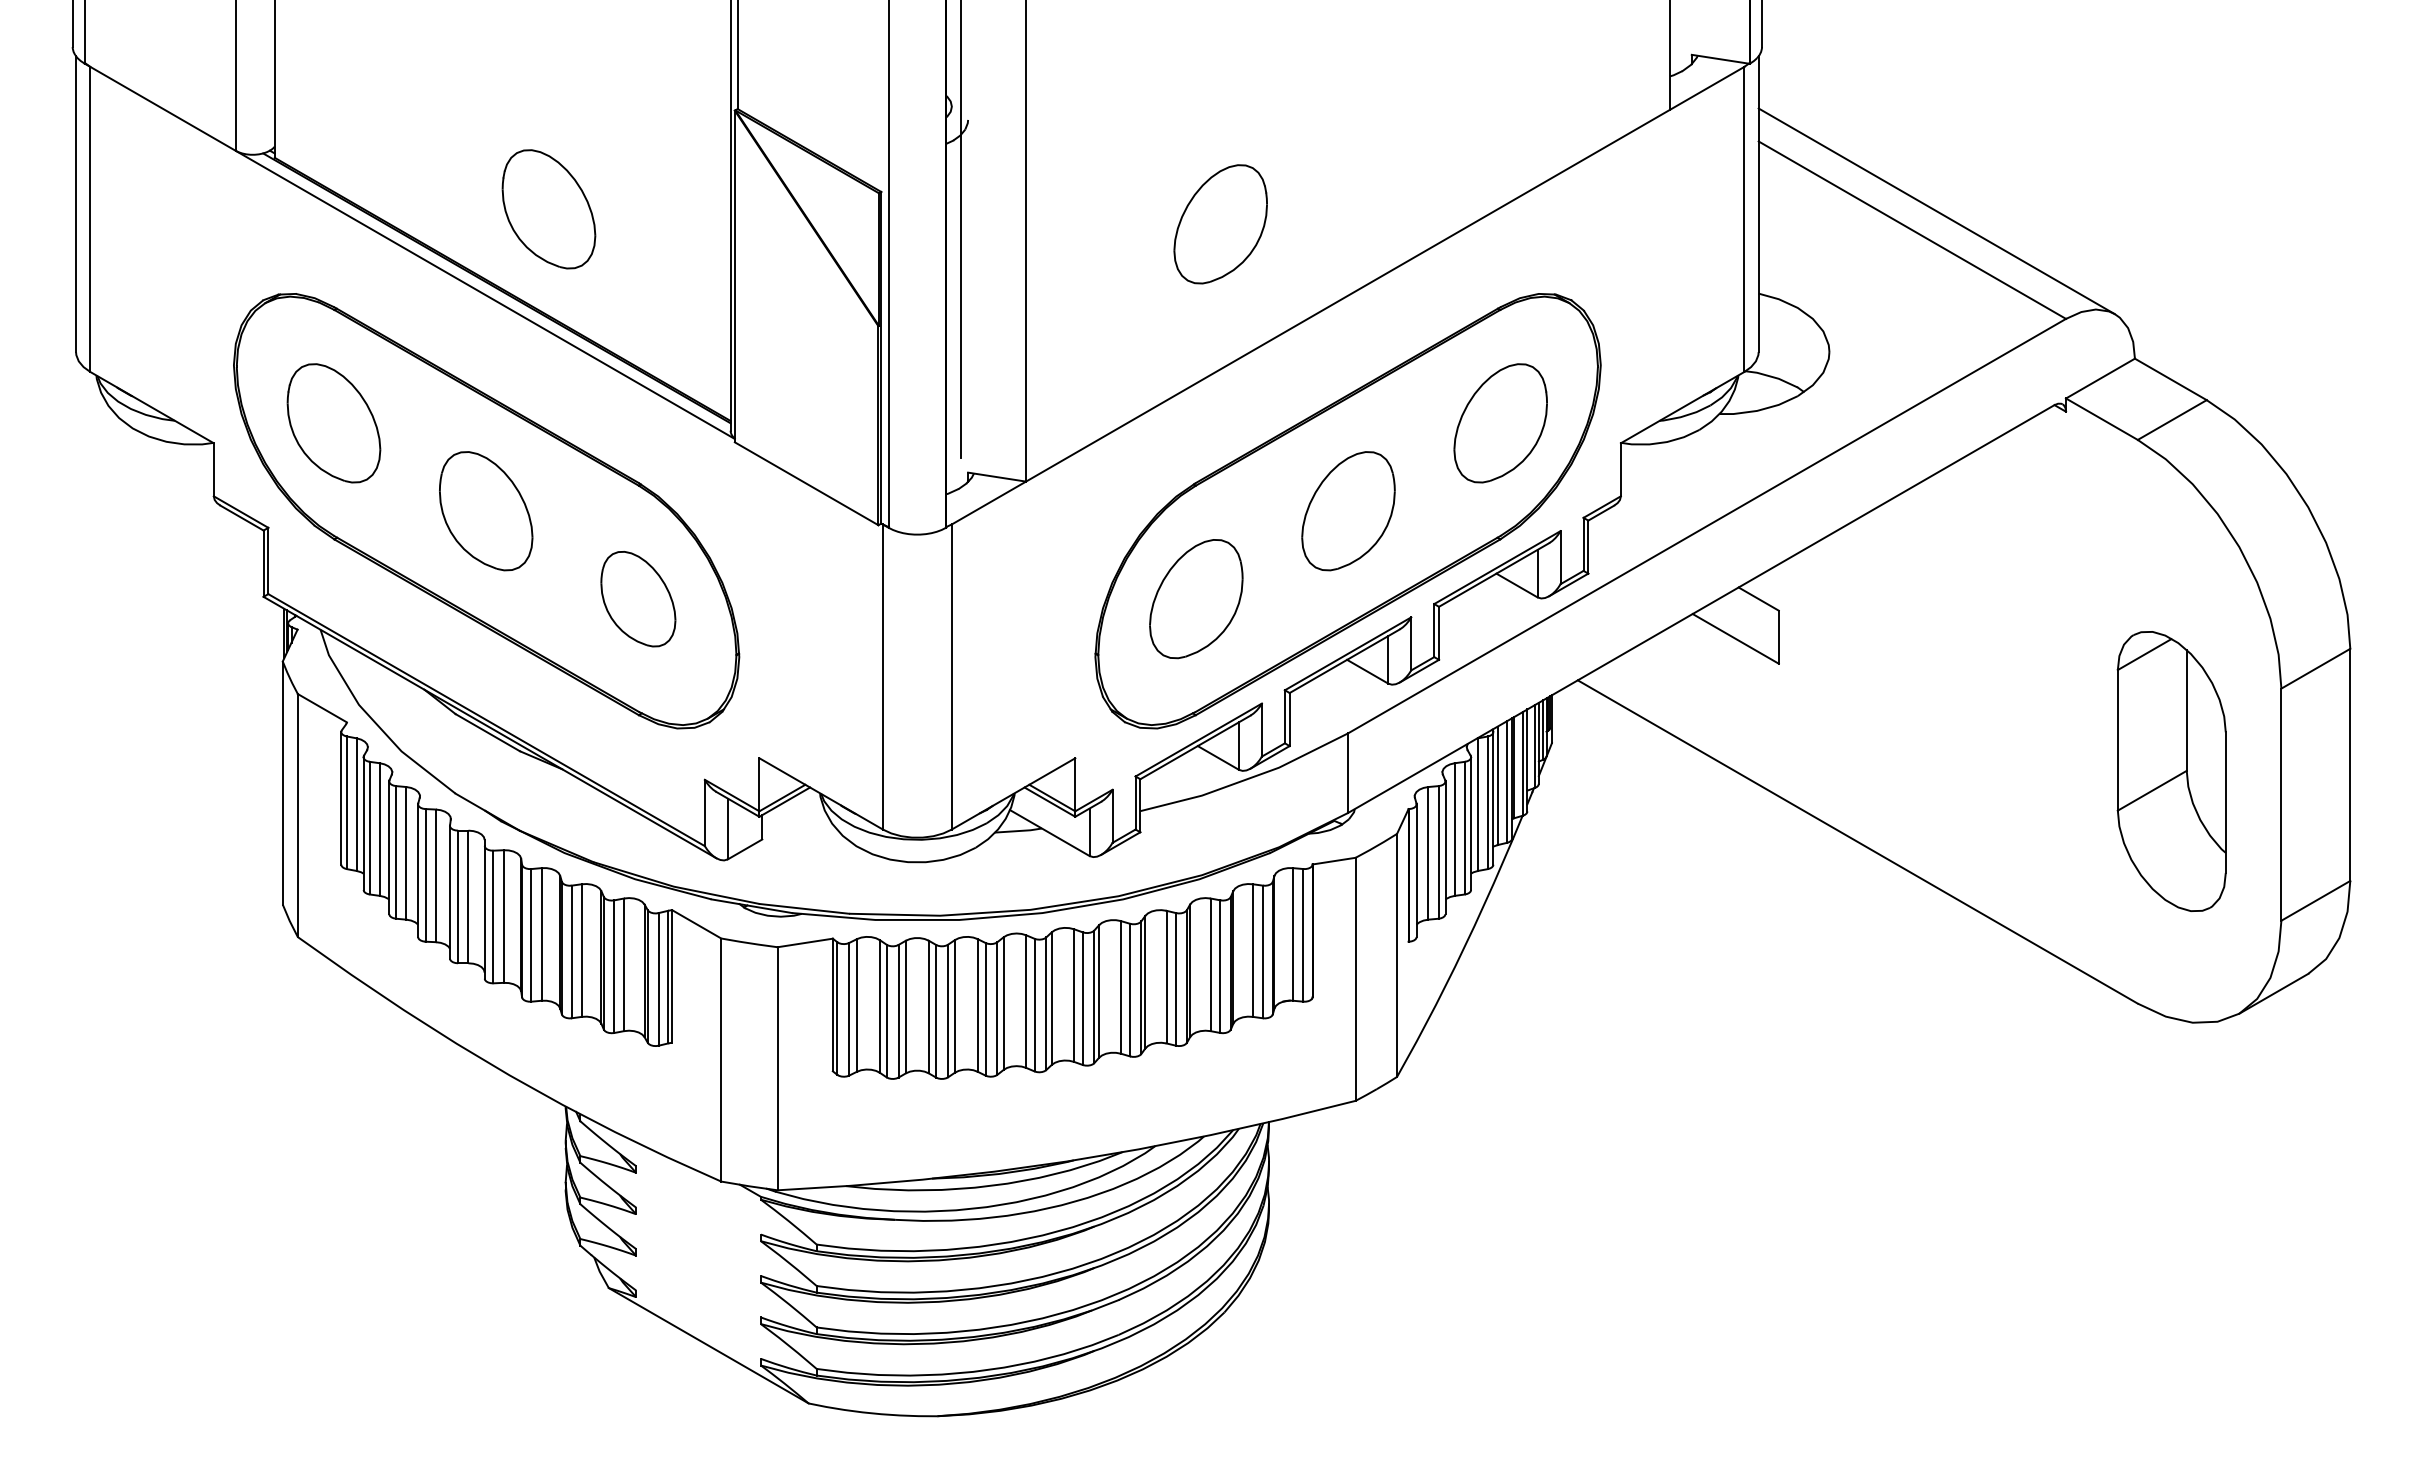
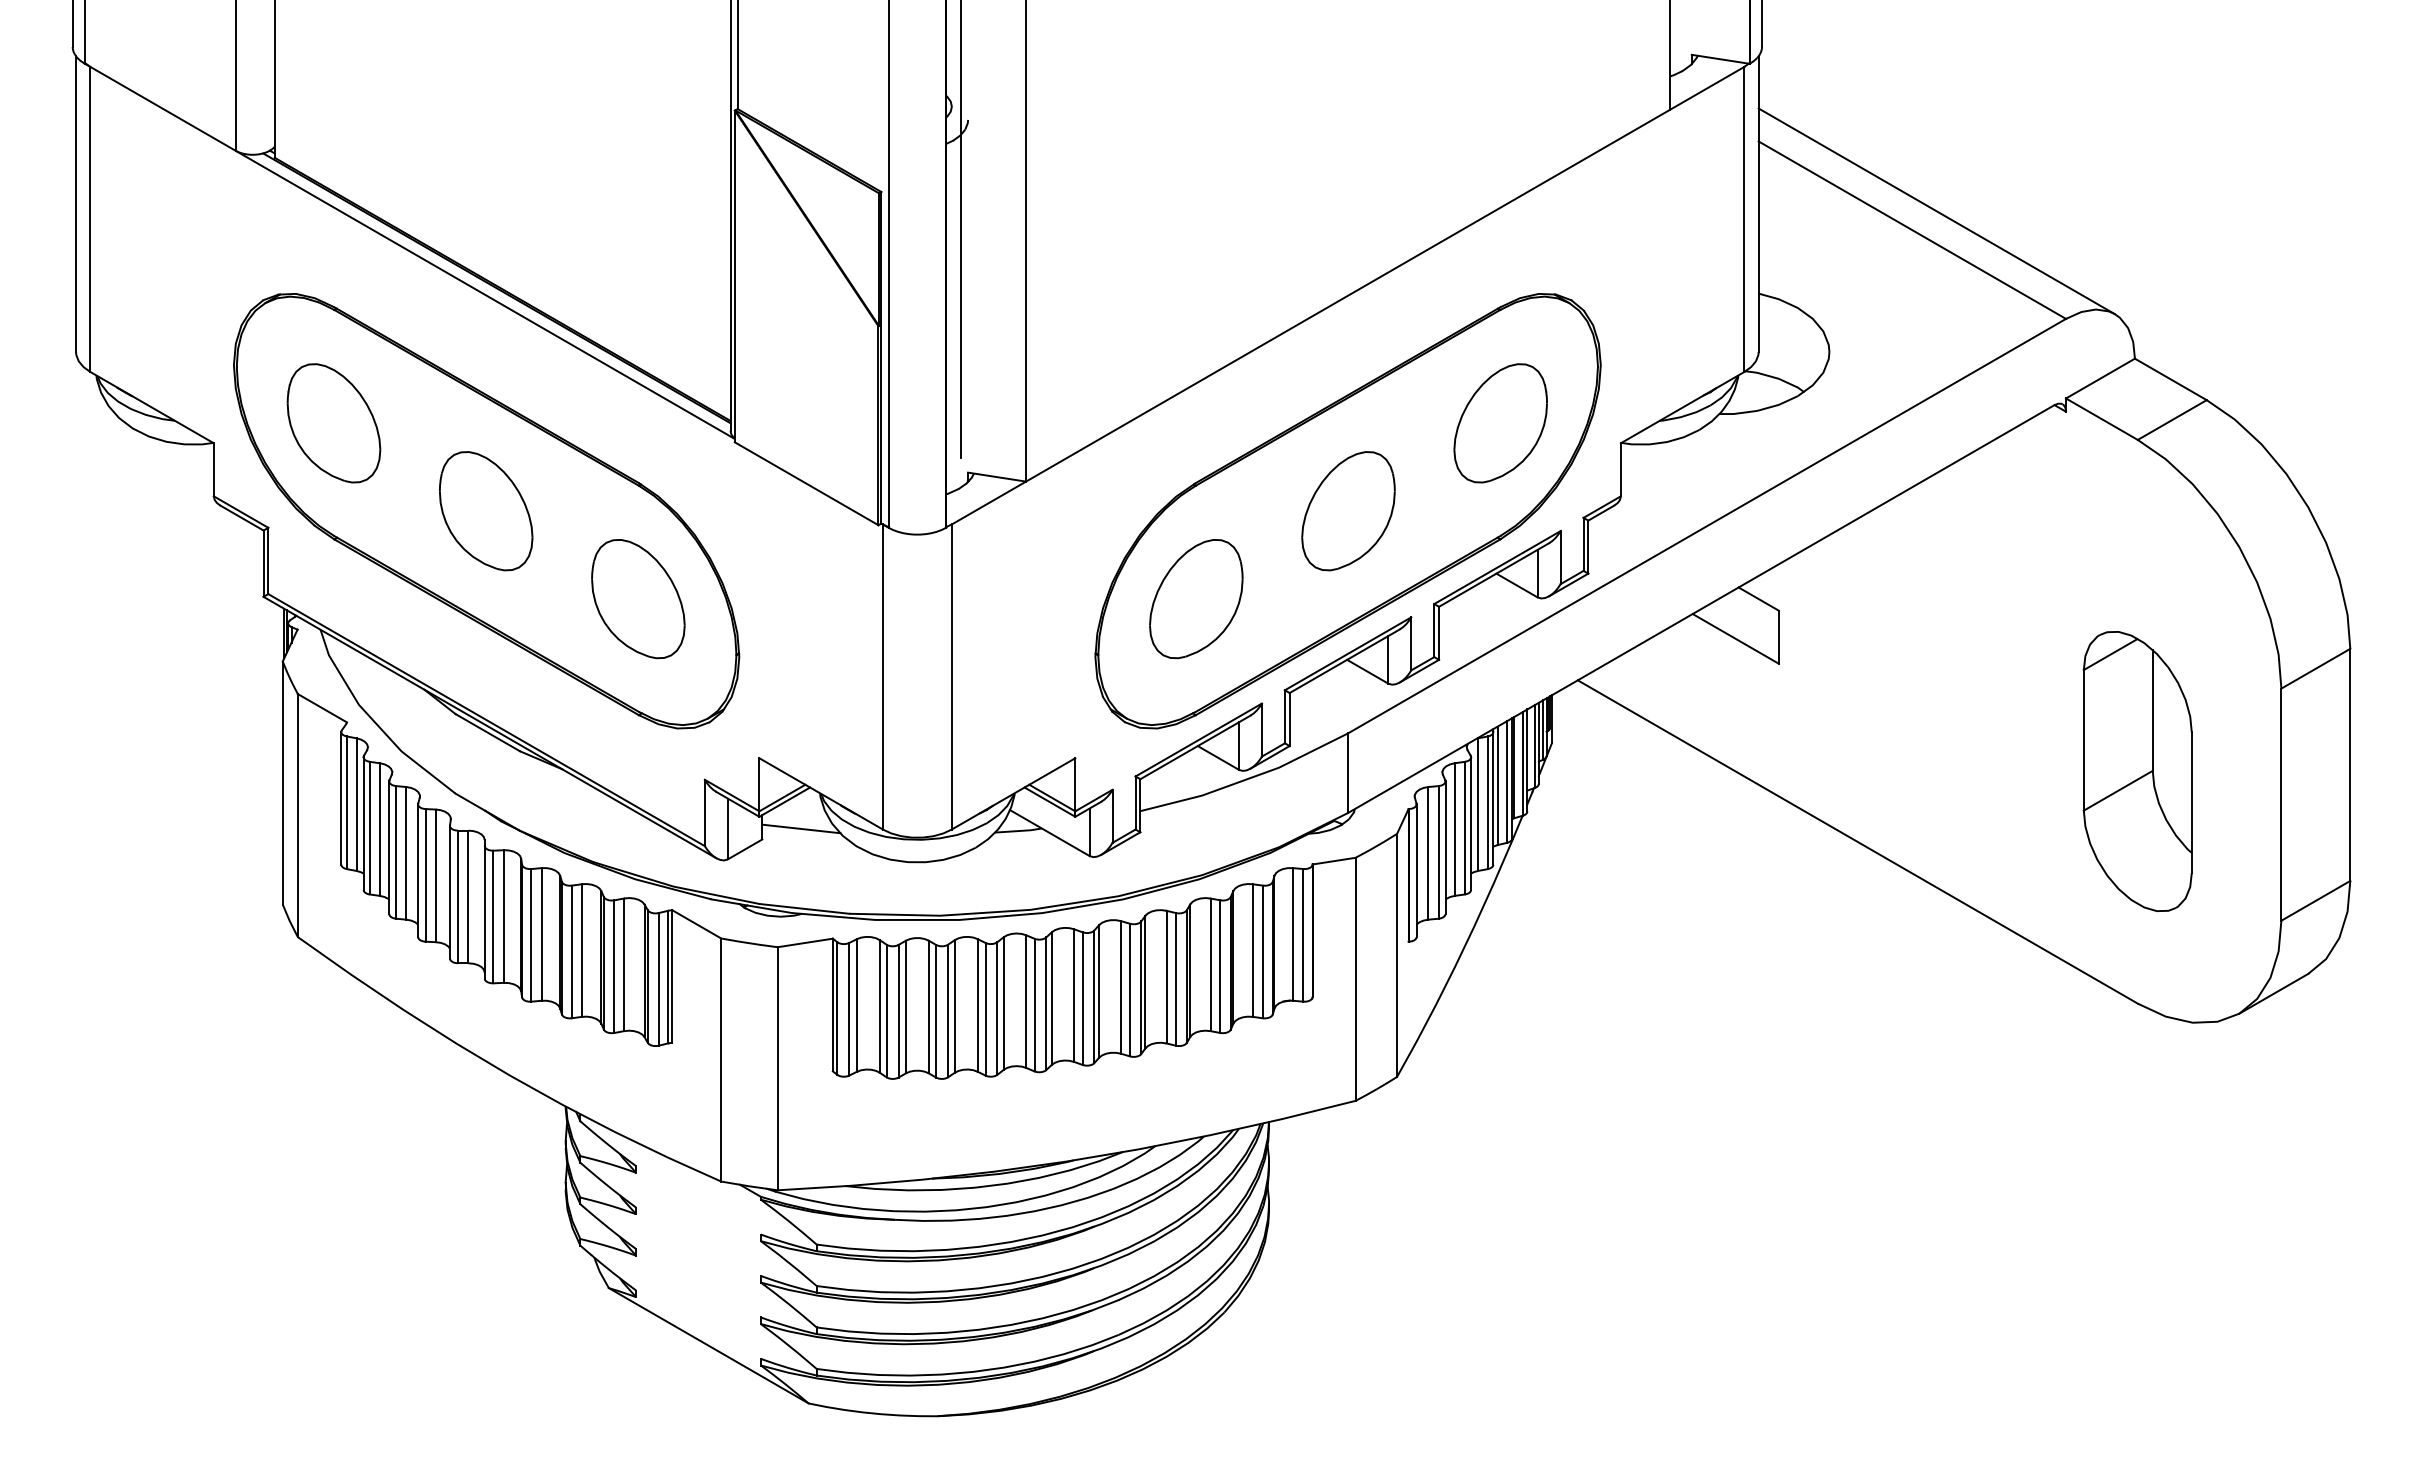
part at (548, 209): present -> none
part at (1220, 224): present -> none
part at (638, 599) size: 77x97 px -> 95x121 px
part at (2171, 771) position: (2171, 771) -> (2137, 771)
line at (801, 828): none -> present
